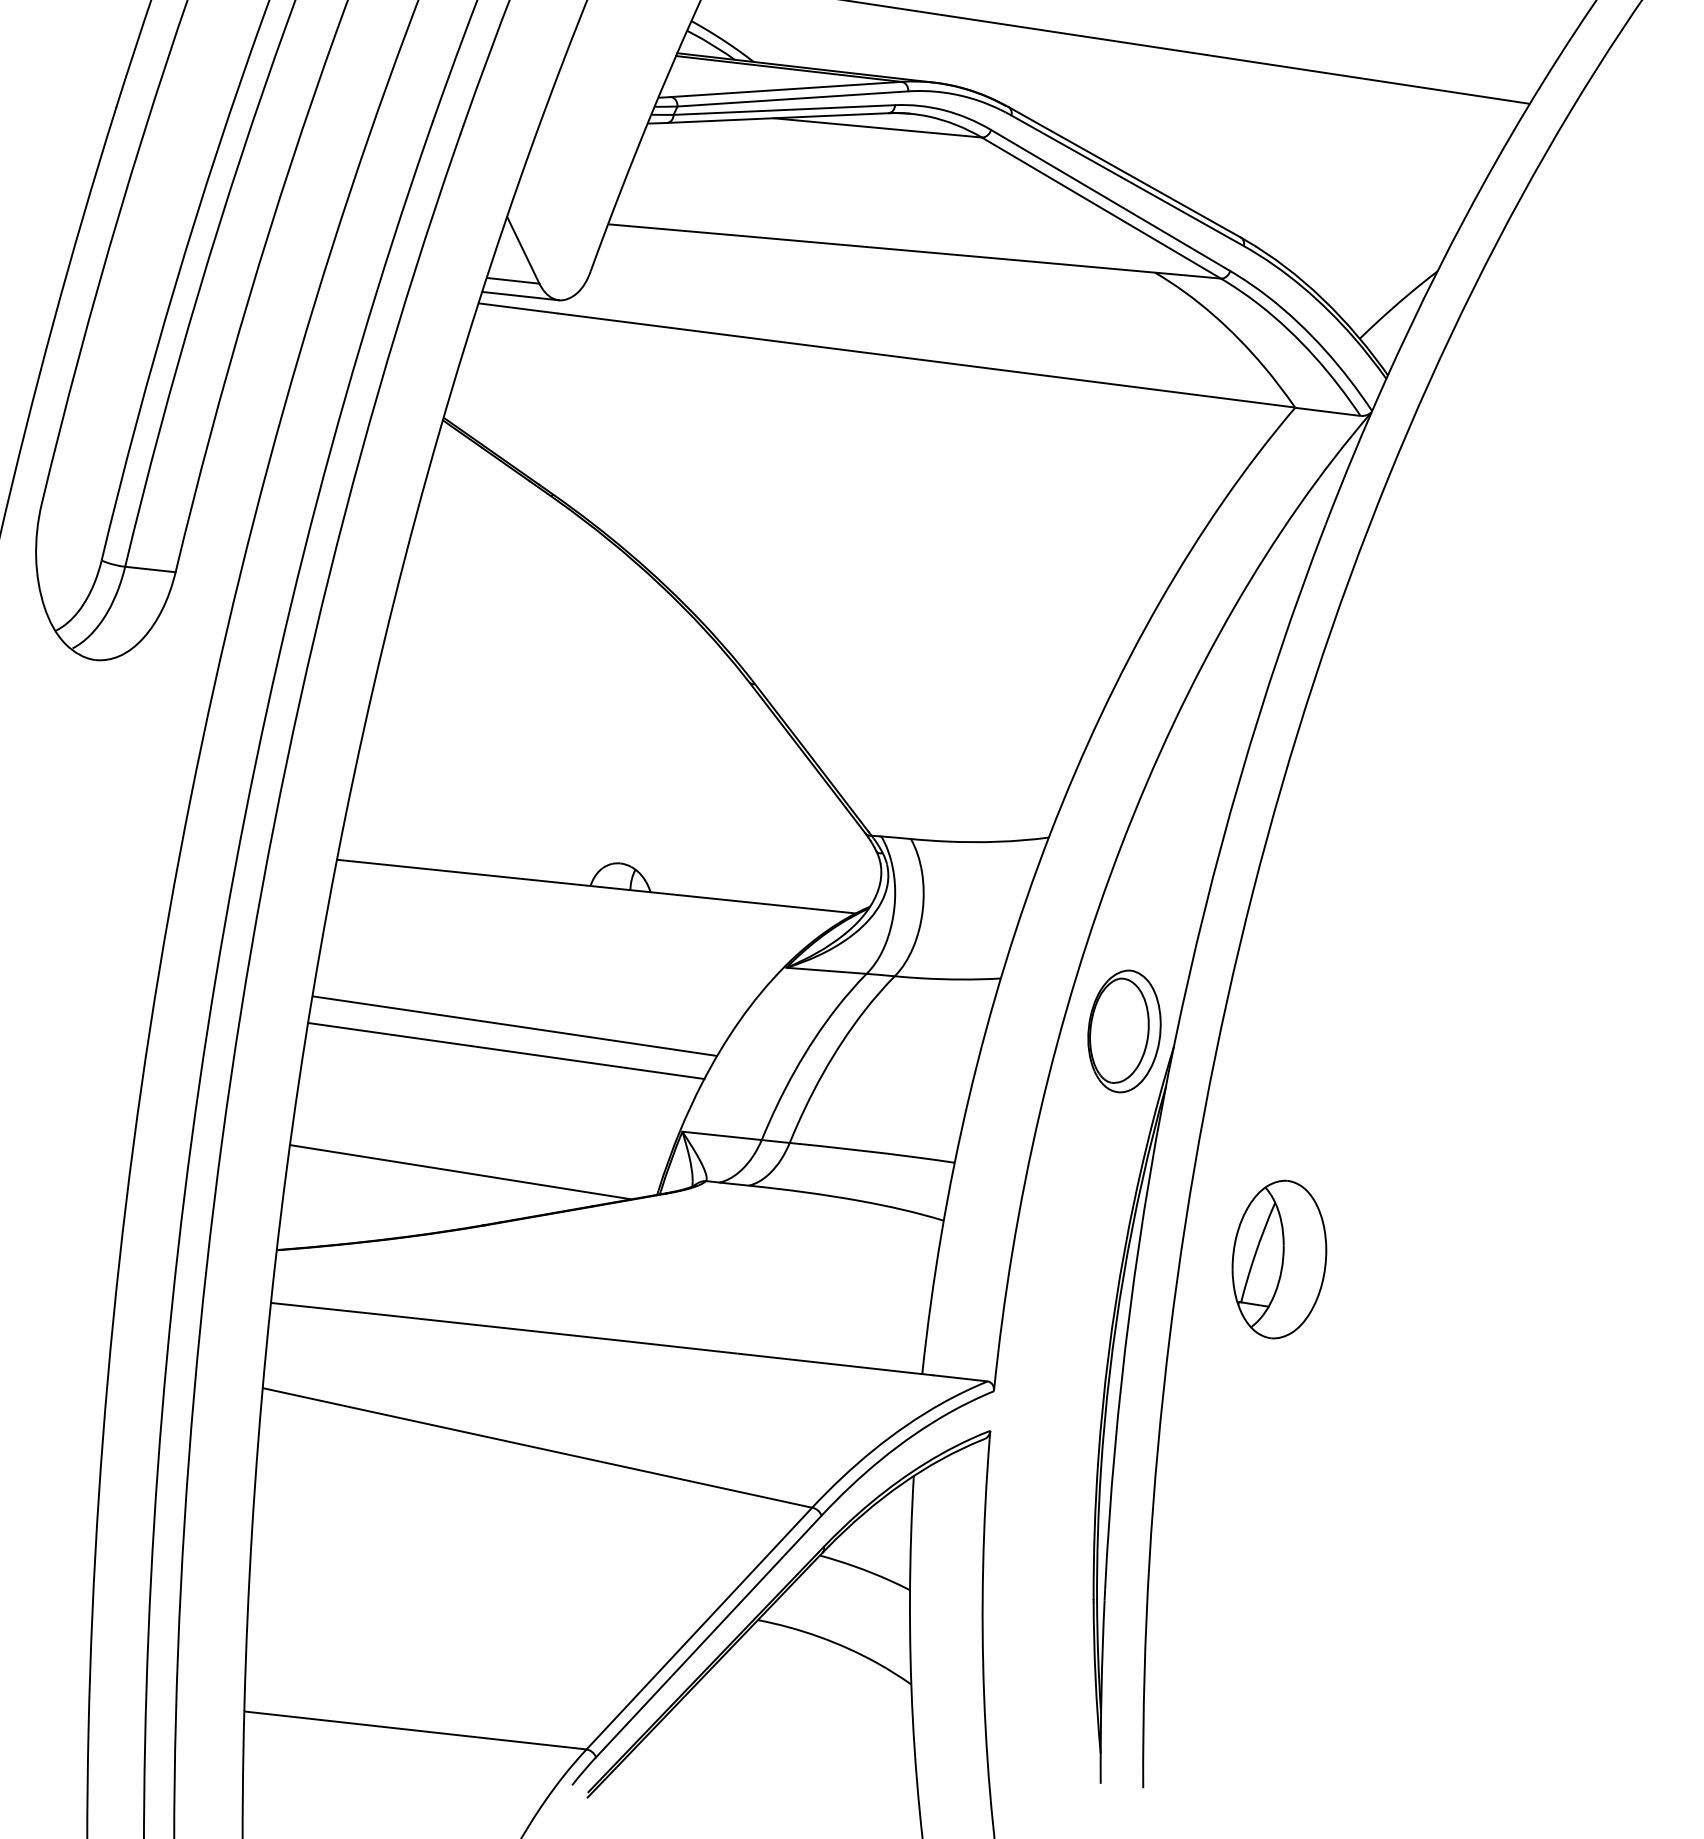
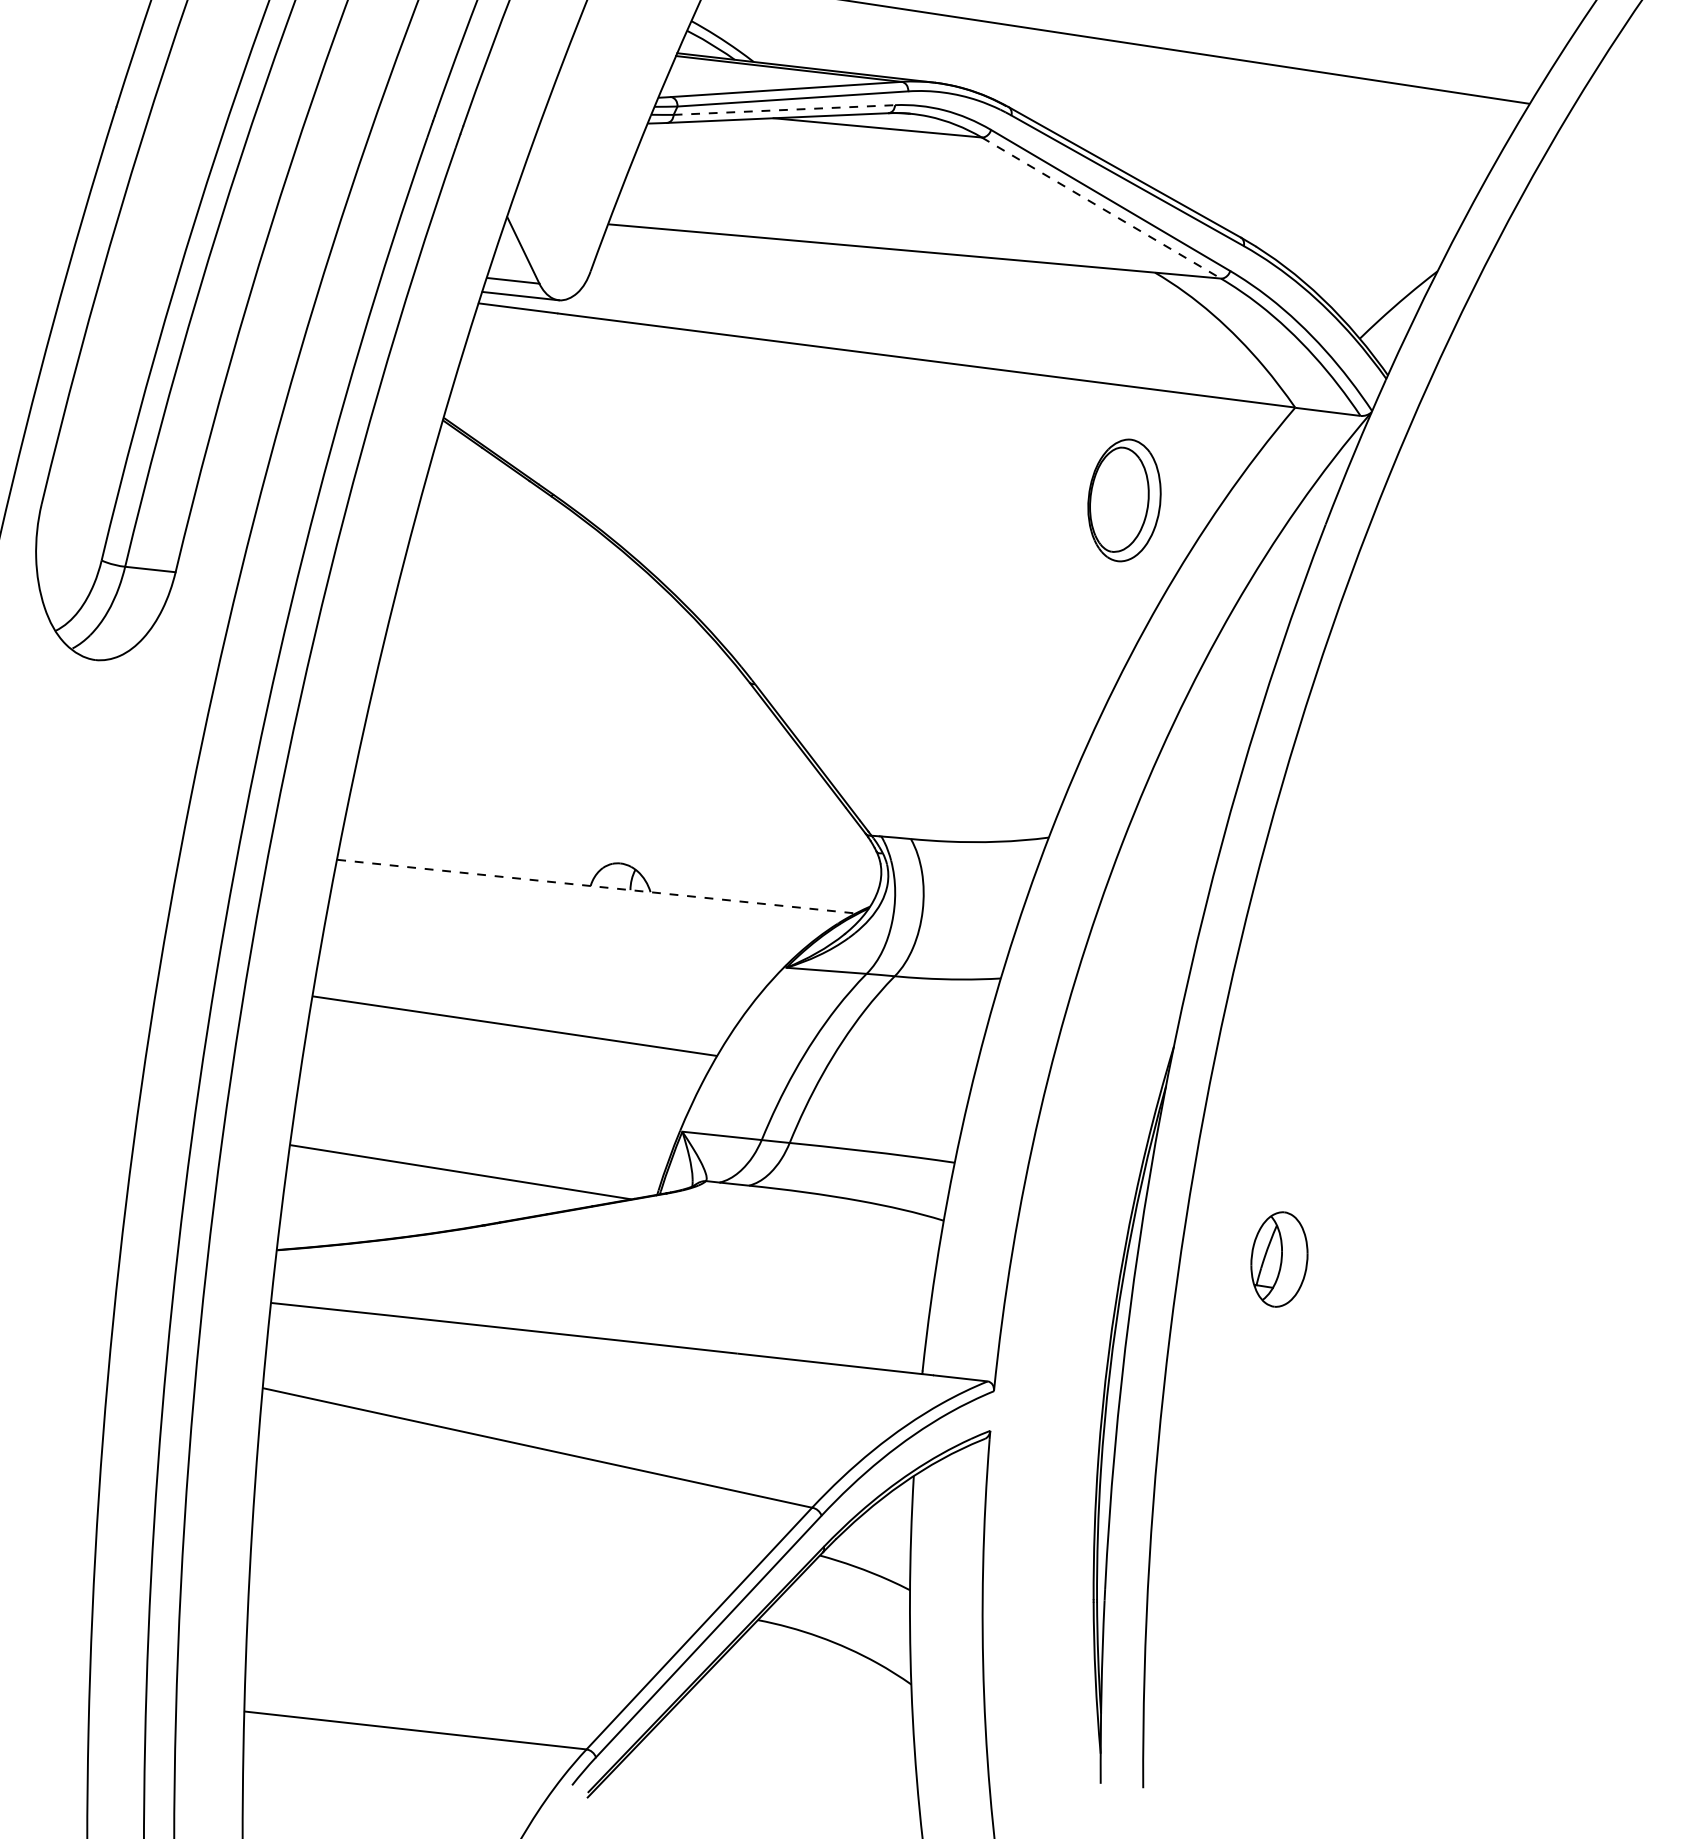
line at (784, 110): solid -> dashed
line at (1101, 208): solid -> dashed
line at (596, 886): solid -> dashed
part at (1124, 1031) position: (1124, 1031) -> (1124, 500)
line at (506, 1050): present -> none
part at (1279, 1259) size: 97x161 px -> 59x97 px
